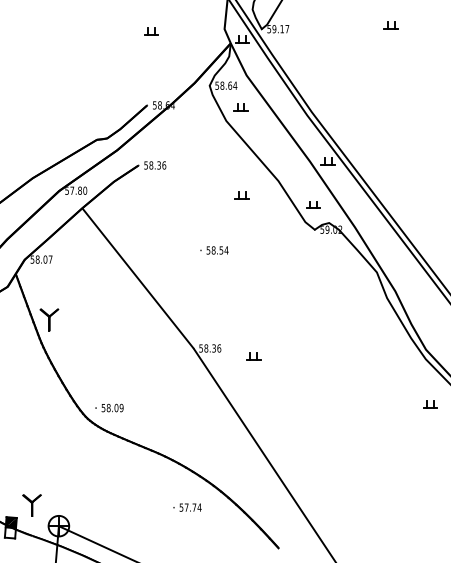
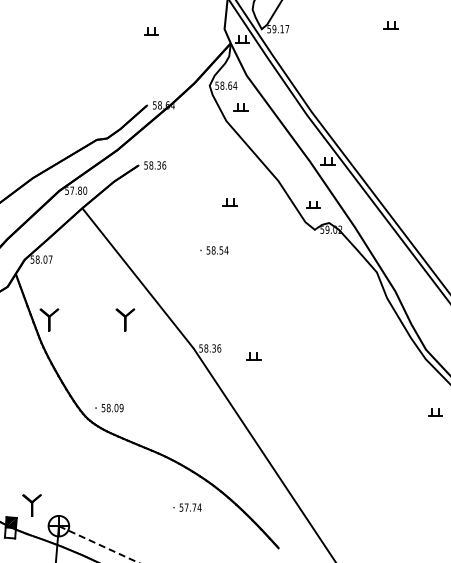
part at (241, 195) position: (241, 195) -> (229, 202)
part at (125, 319): none -> present
part at (430, 404) position: (430, 404) -> (435, 412)
line at (98, 544): solid -> dashed
